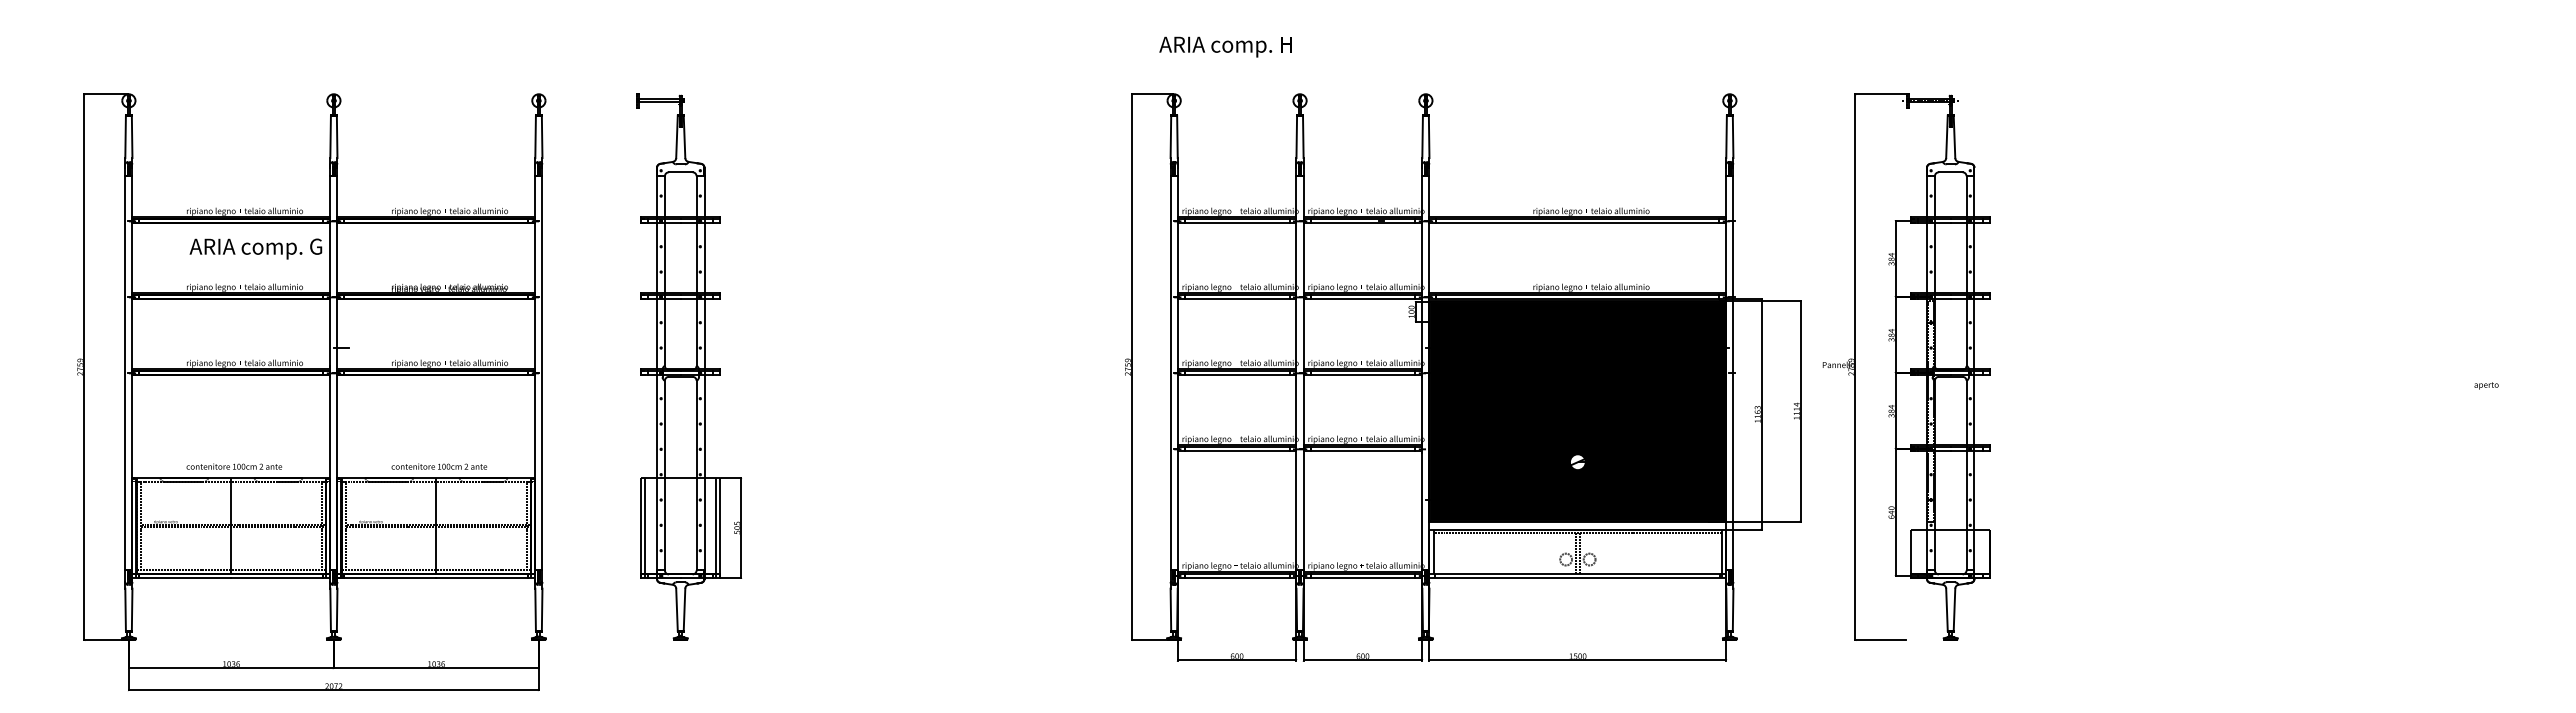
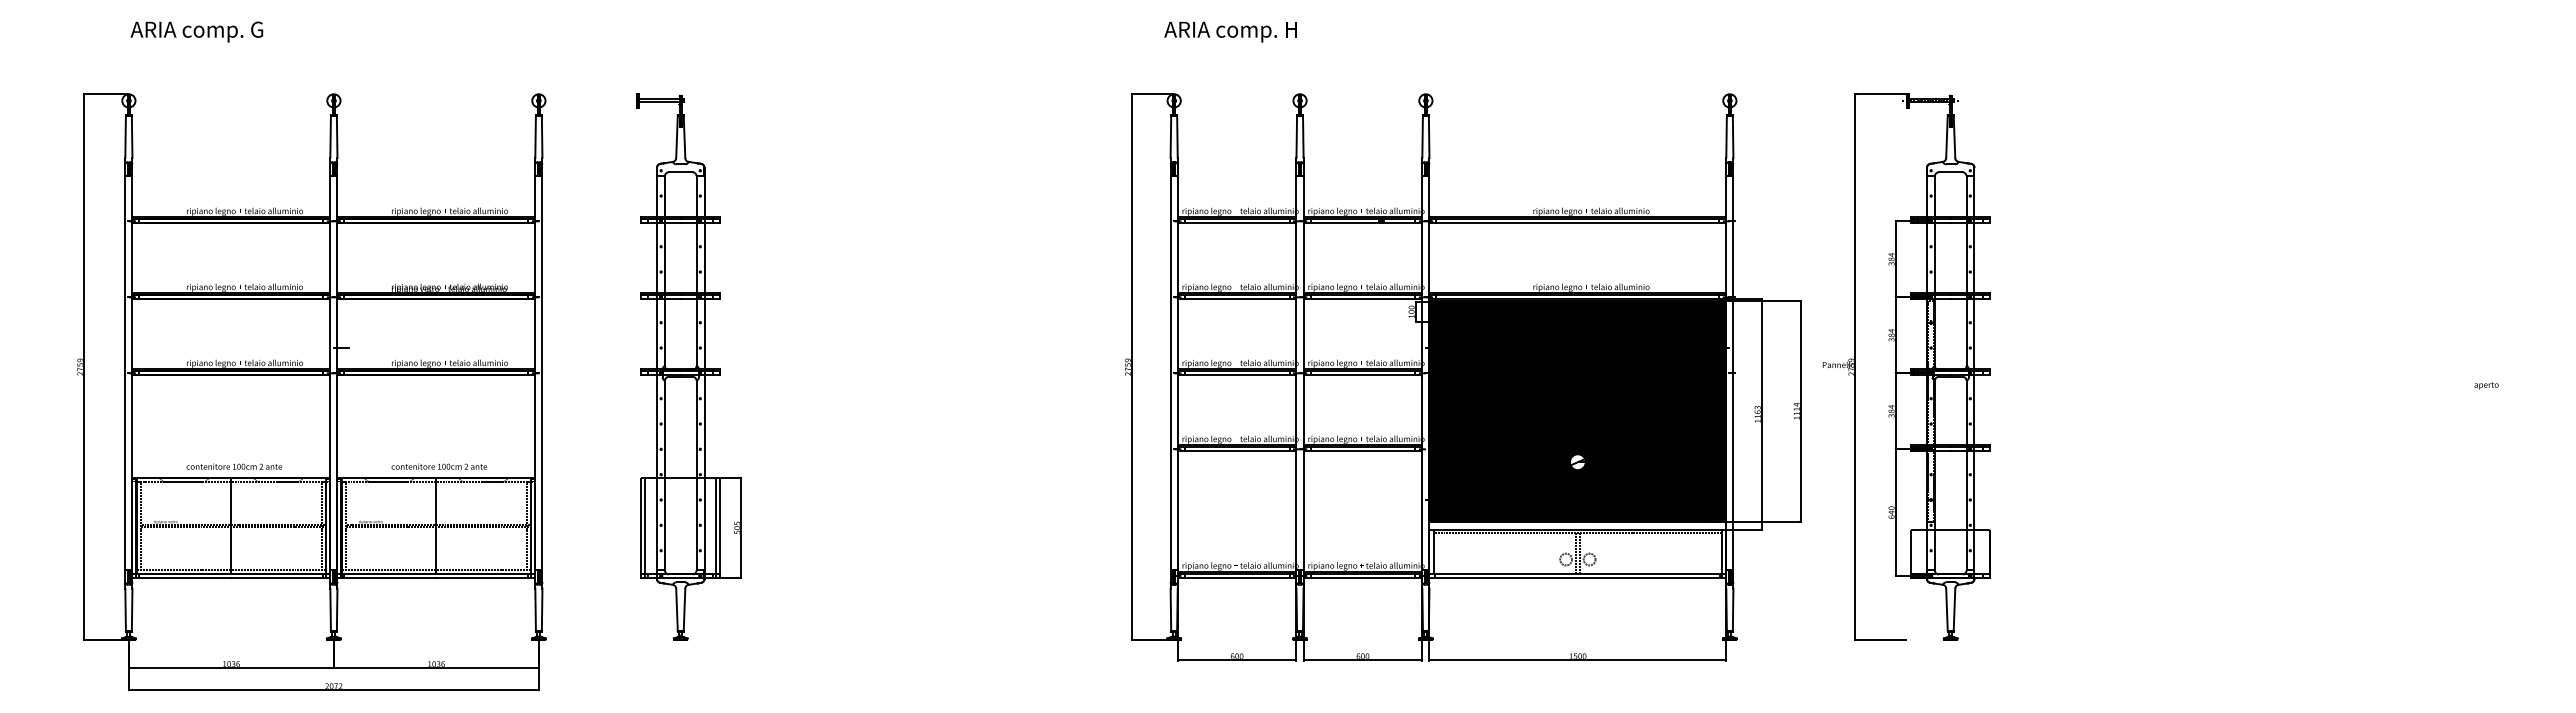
text at (1225, 46) position: (1225, 46) -> (1230, 31)
text at (255, 248) position: (255, 248) -> (196, 31)
